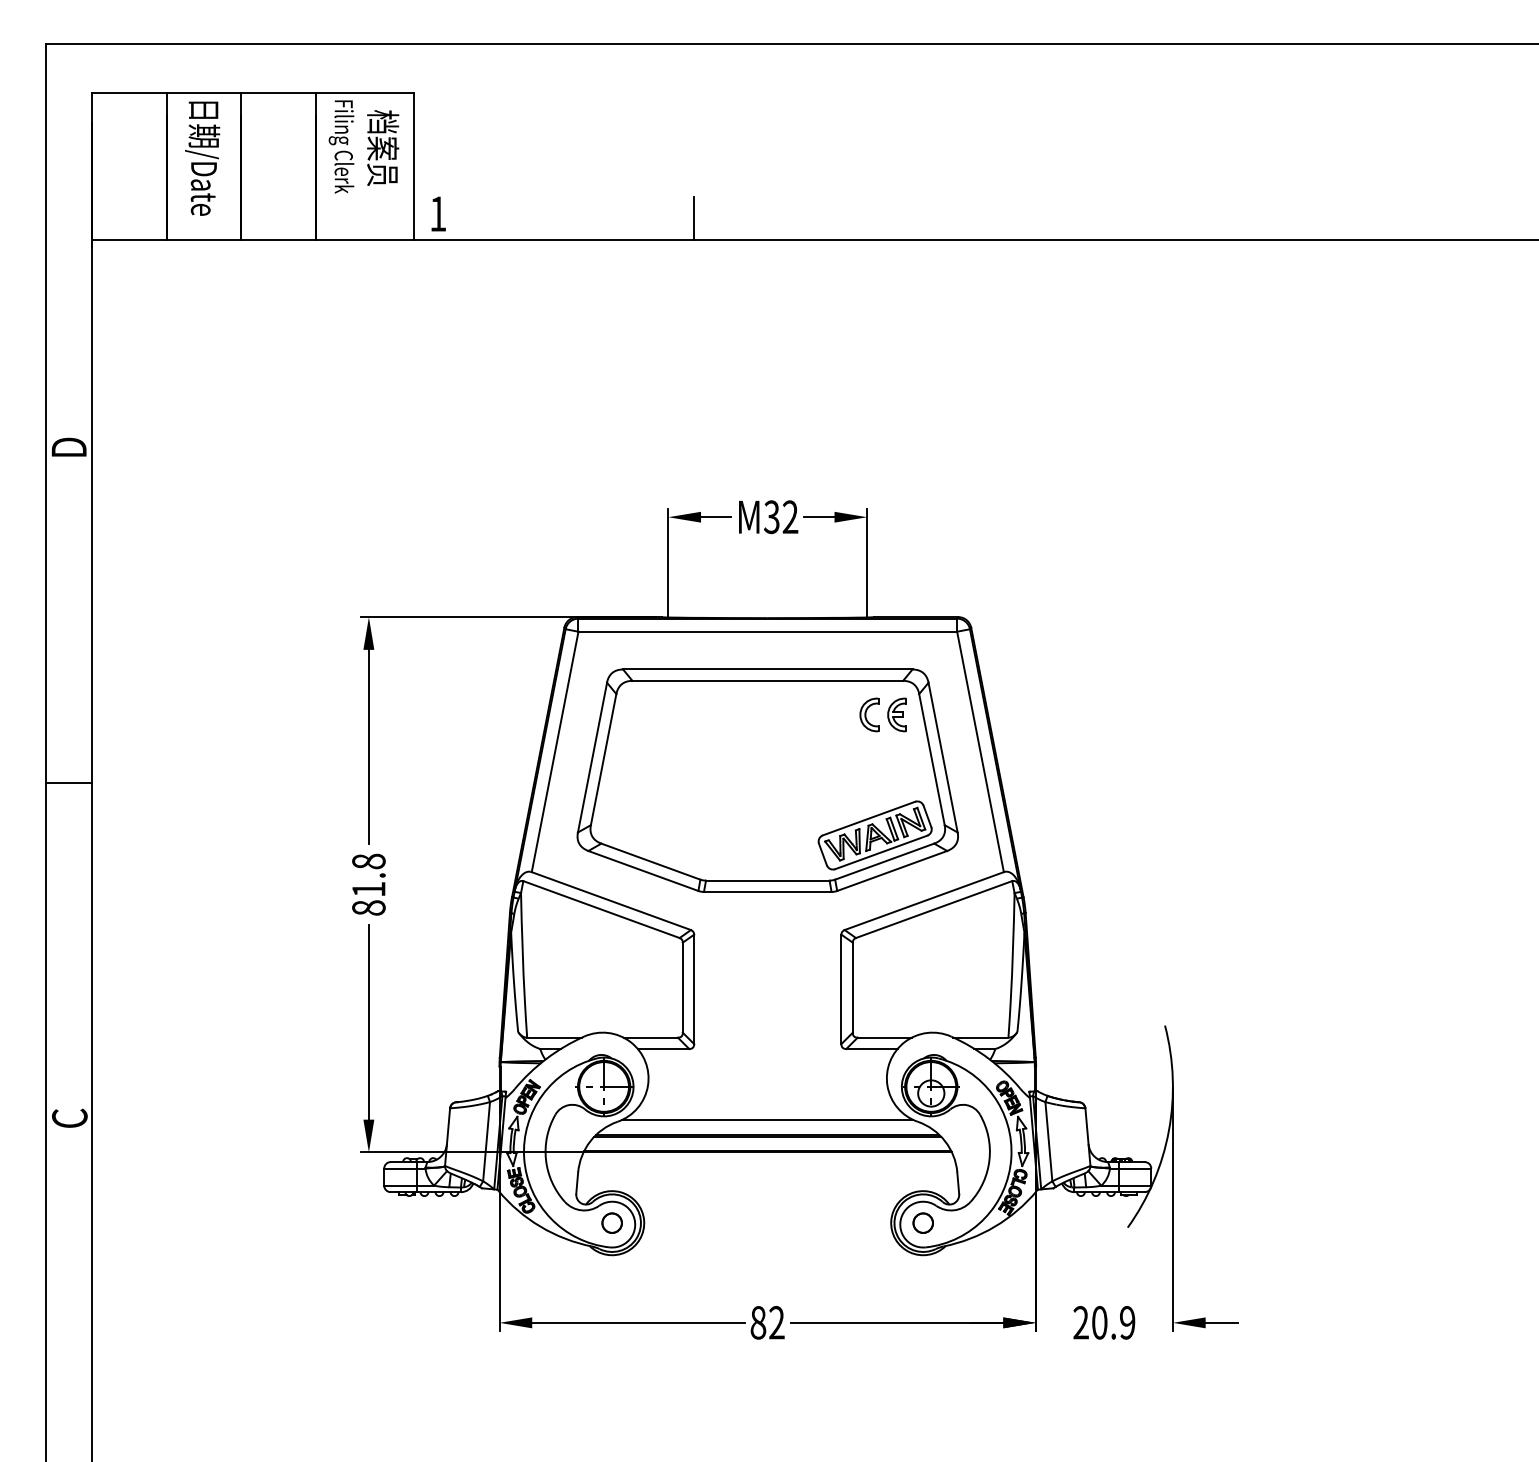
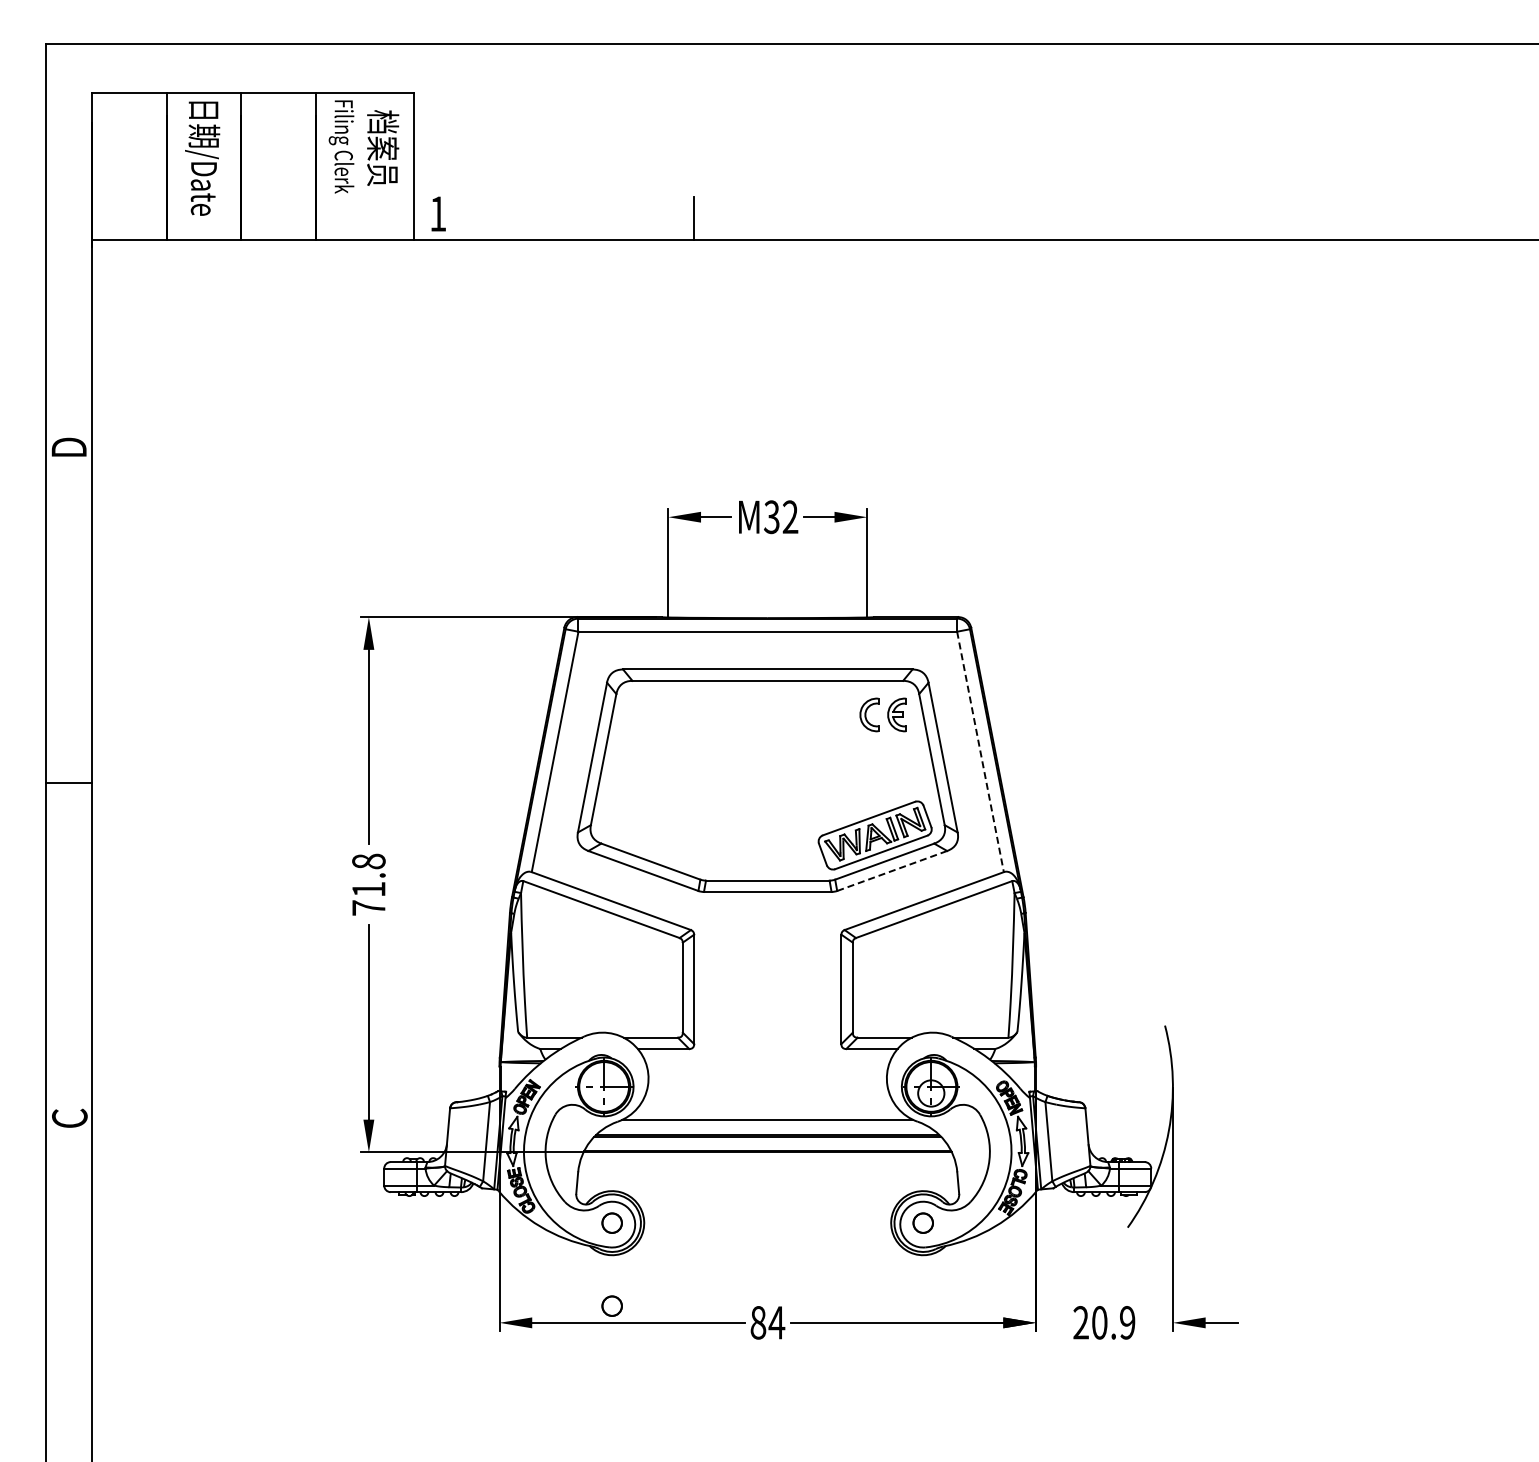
line at (980, 752): solid -> dashed
line at (892, 871): solid -> dashed
text at (368, 907): 81.8 -> 71.8
circle at (611, 1305): none -> present
text at (776, 1322): 82 -> 84
